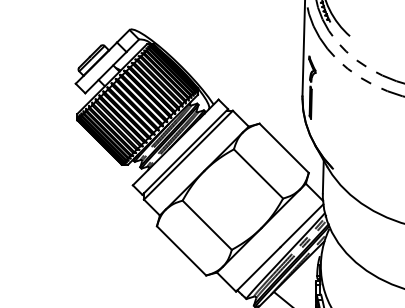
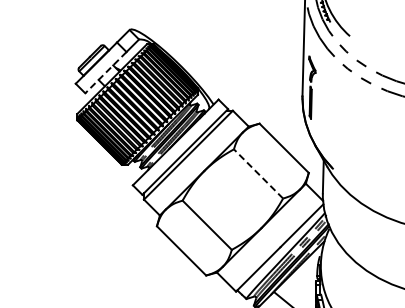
line at (105, 73): solid -> dashed
line at (258, 173): solid -> dashed
